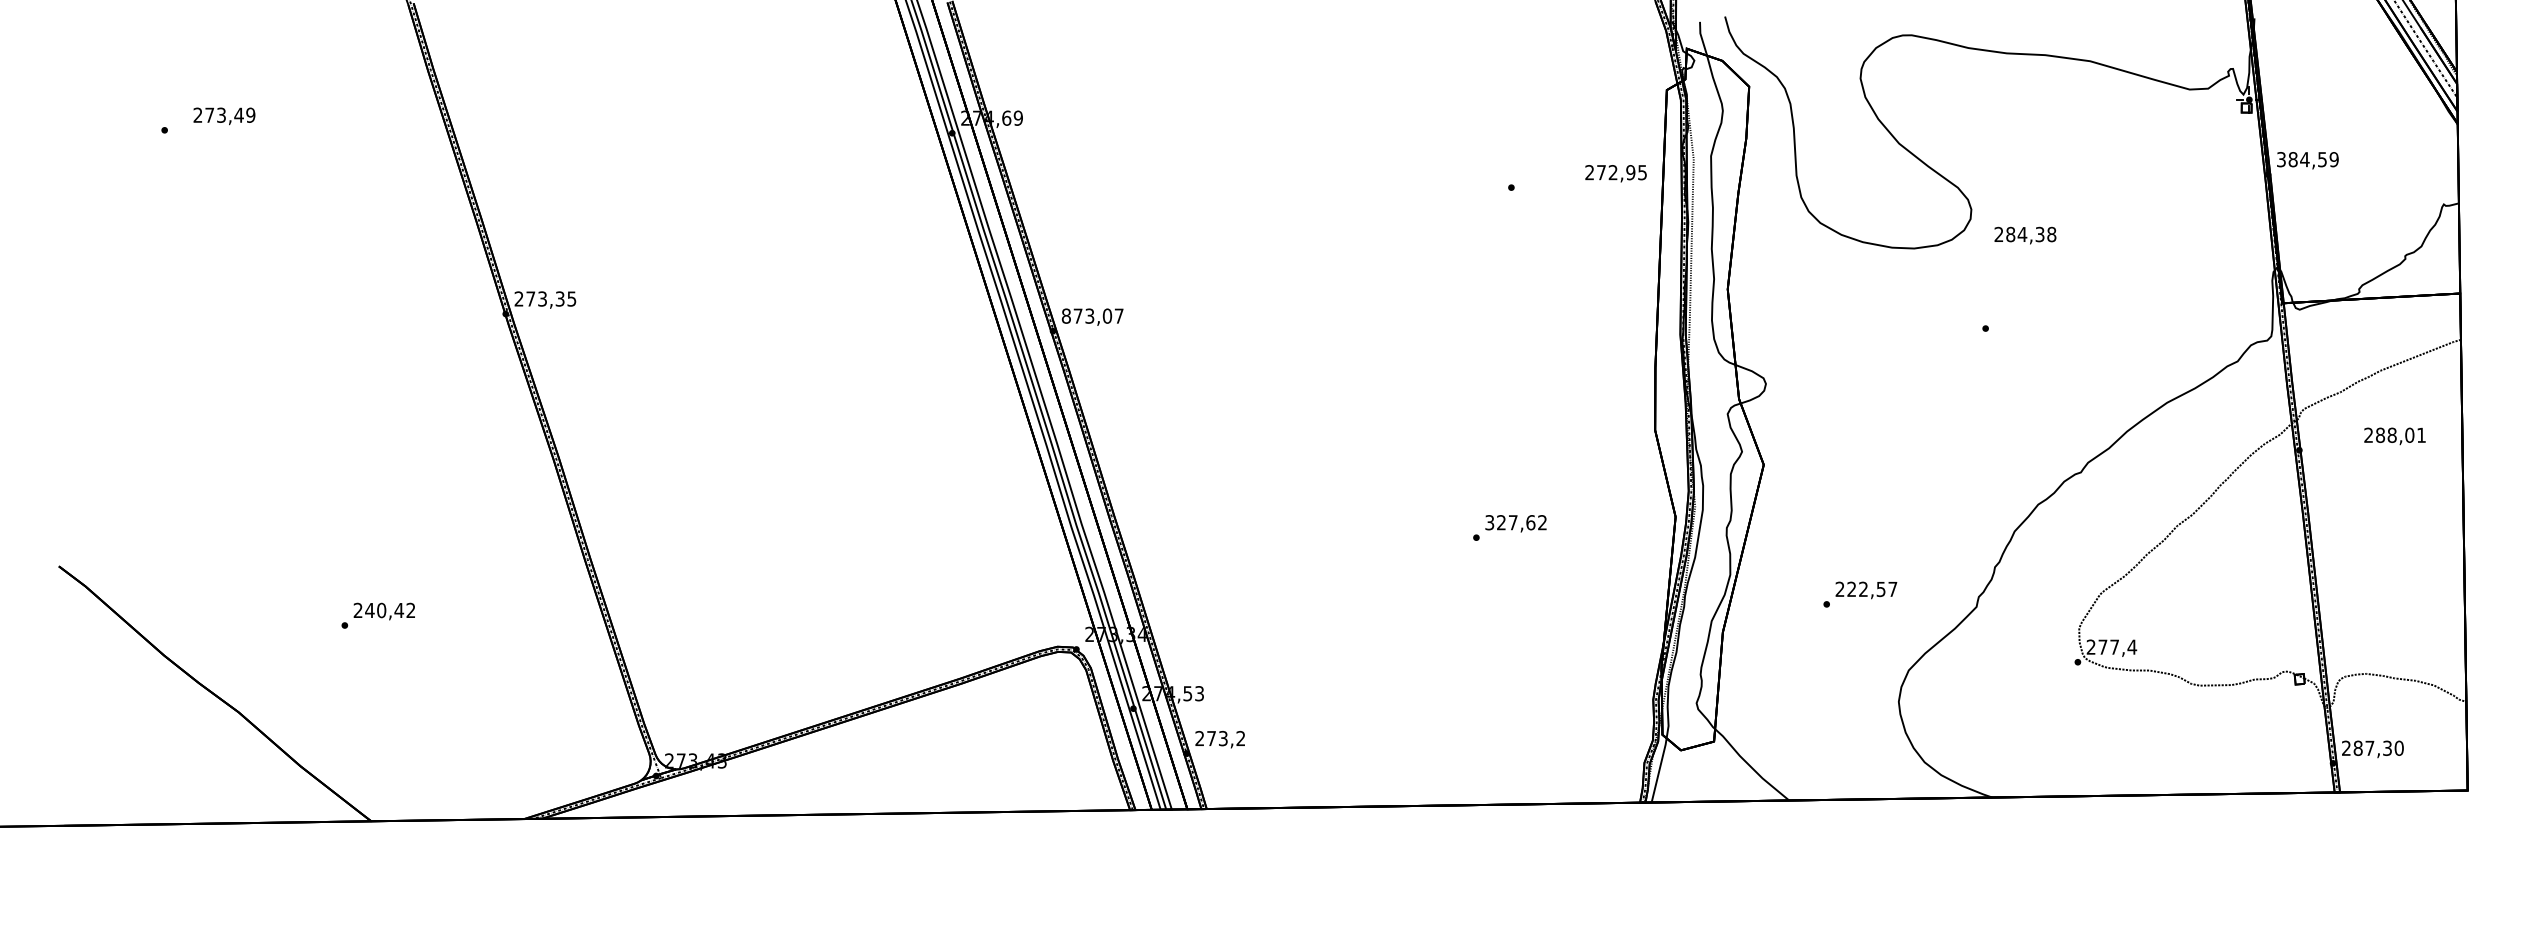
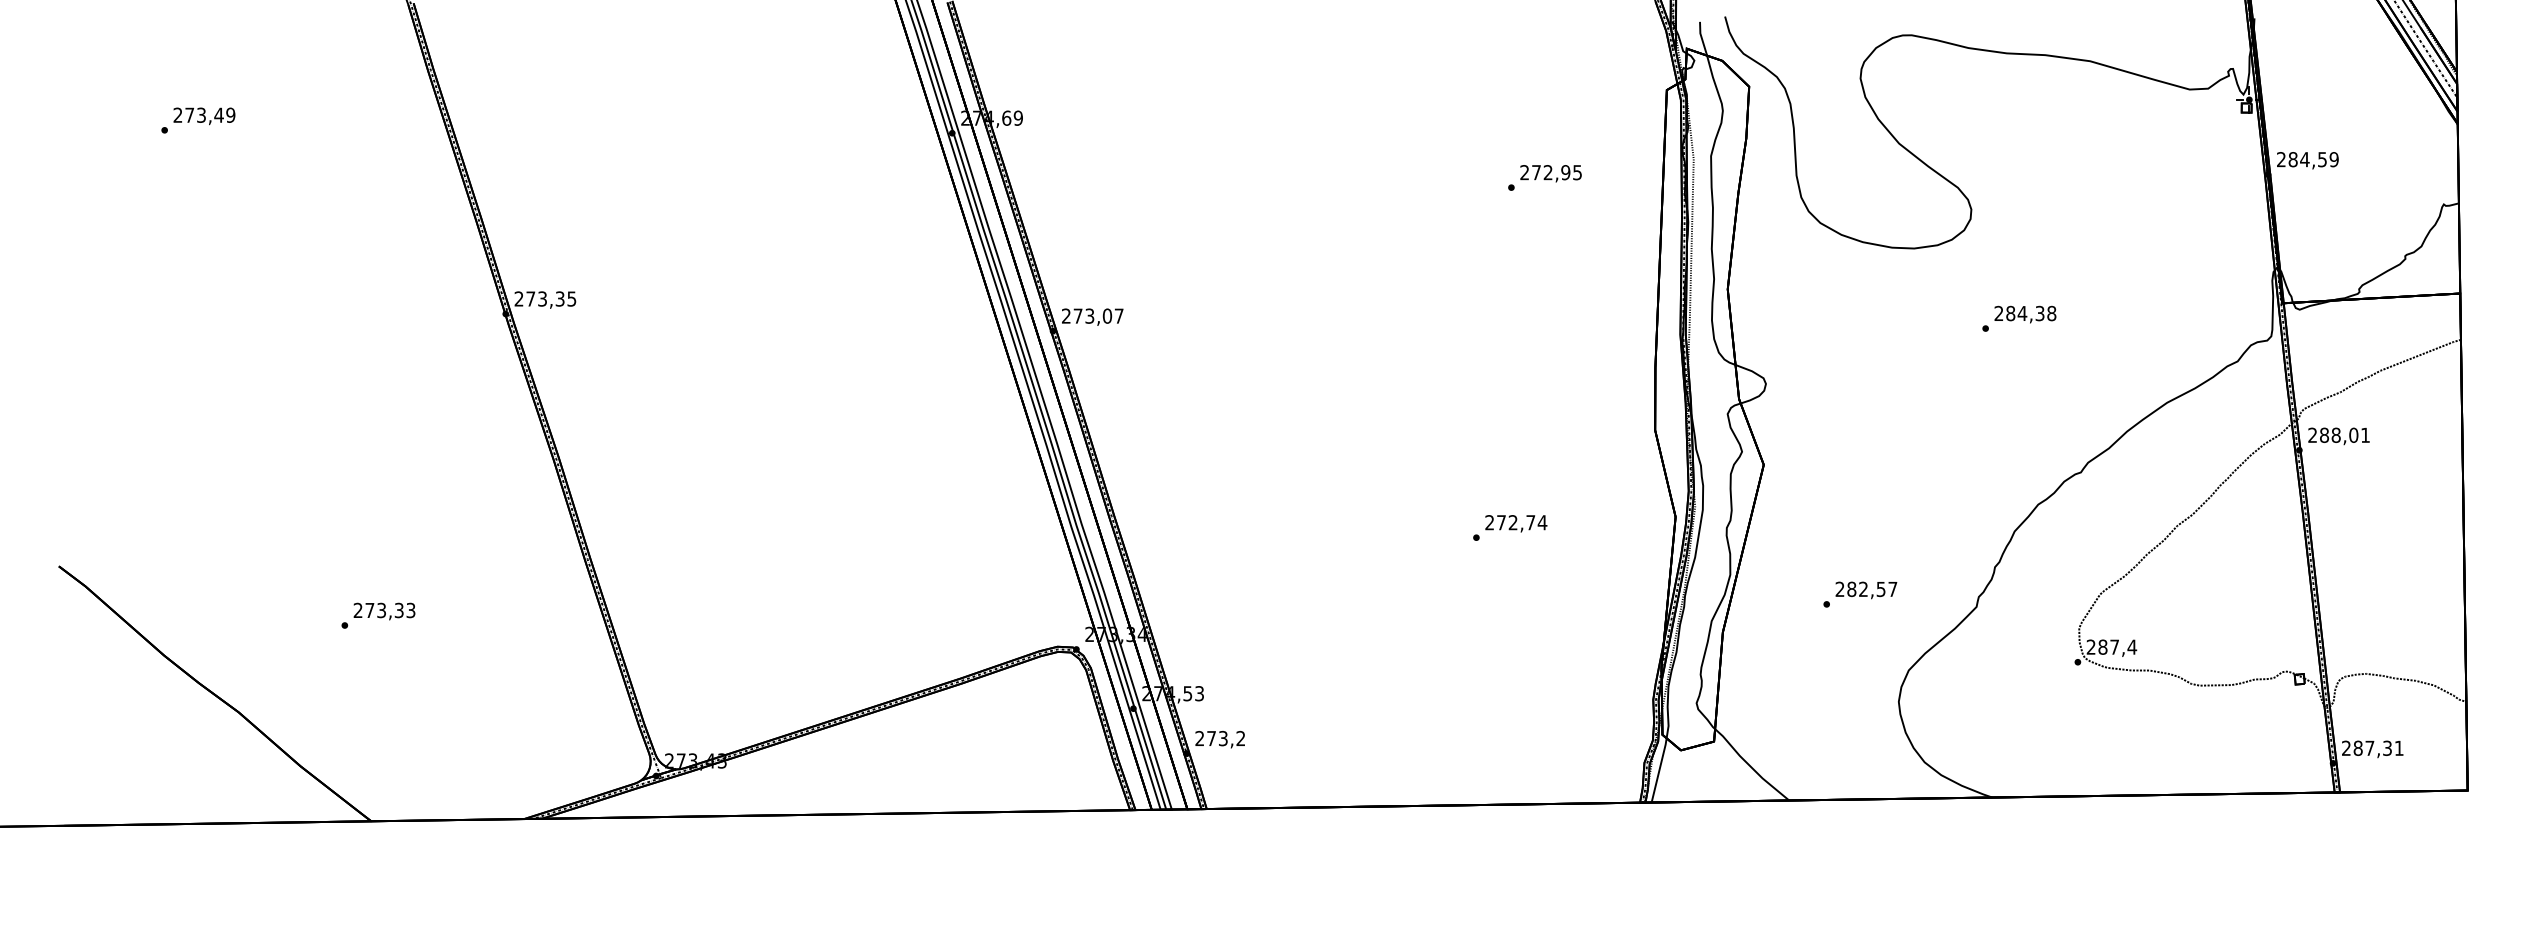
text at (224, 116) position: (224, 116) -> (204, 116)
text at (2281, 159): 384,59 -> 284,59
text at (1615, 173) position: (1615, 173) -> (1550, 173)
text at (2025, 235) position: (2025, 235) -> (2025, 314)
text at (1065, 315): 873,07 -> 273,07
text at (2394, 436) position: (2394, 436) -> (2338, 436)
text at (1516, 522): 327,62 -> 272,74
text at (1851, 589): 222,57 -> 282,57
text at (390, 610): 240,42 -> 273,33
text at (2102, 646): 277,4 -> 287,4
text at (2398, 747): 287,30 -> 287,31
